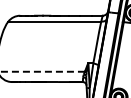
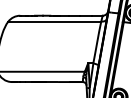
line at (42, 71): dashed -> solid
